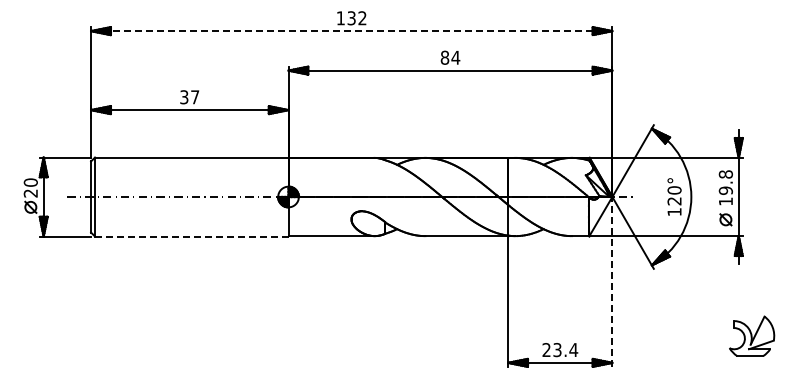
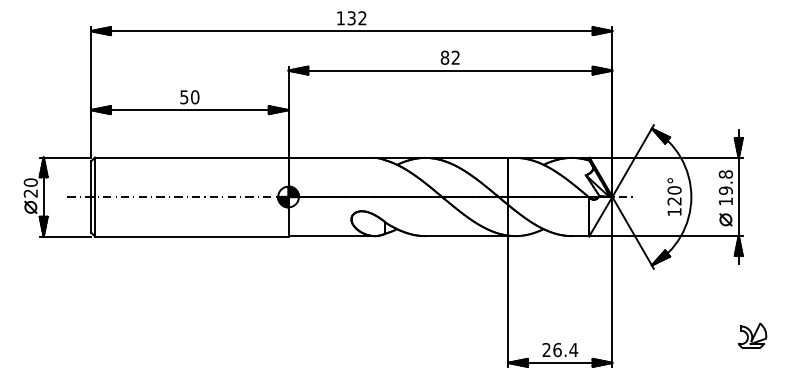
line at (351, 31): dashed -> solid
text at (455, 57): 84 -> 82
text at (189, 97): 37 -> 50
line at (191, 236): dashed -> solid
line at (612, 281): dashed -> solid
part at (752, 335) size: 47x42 px -> 30x27 px
text at (557, 350): 23.4 -> 26.4
